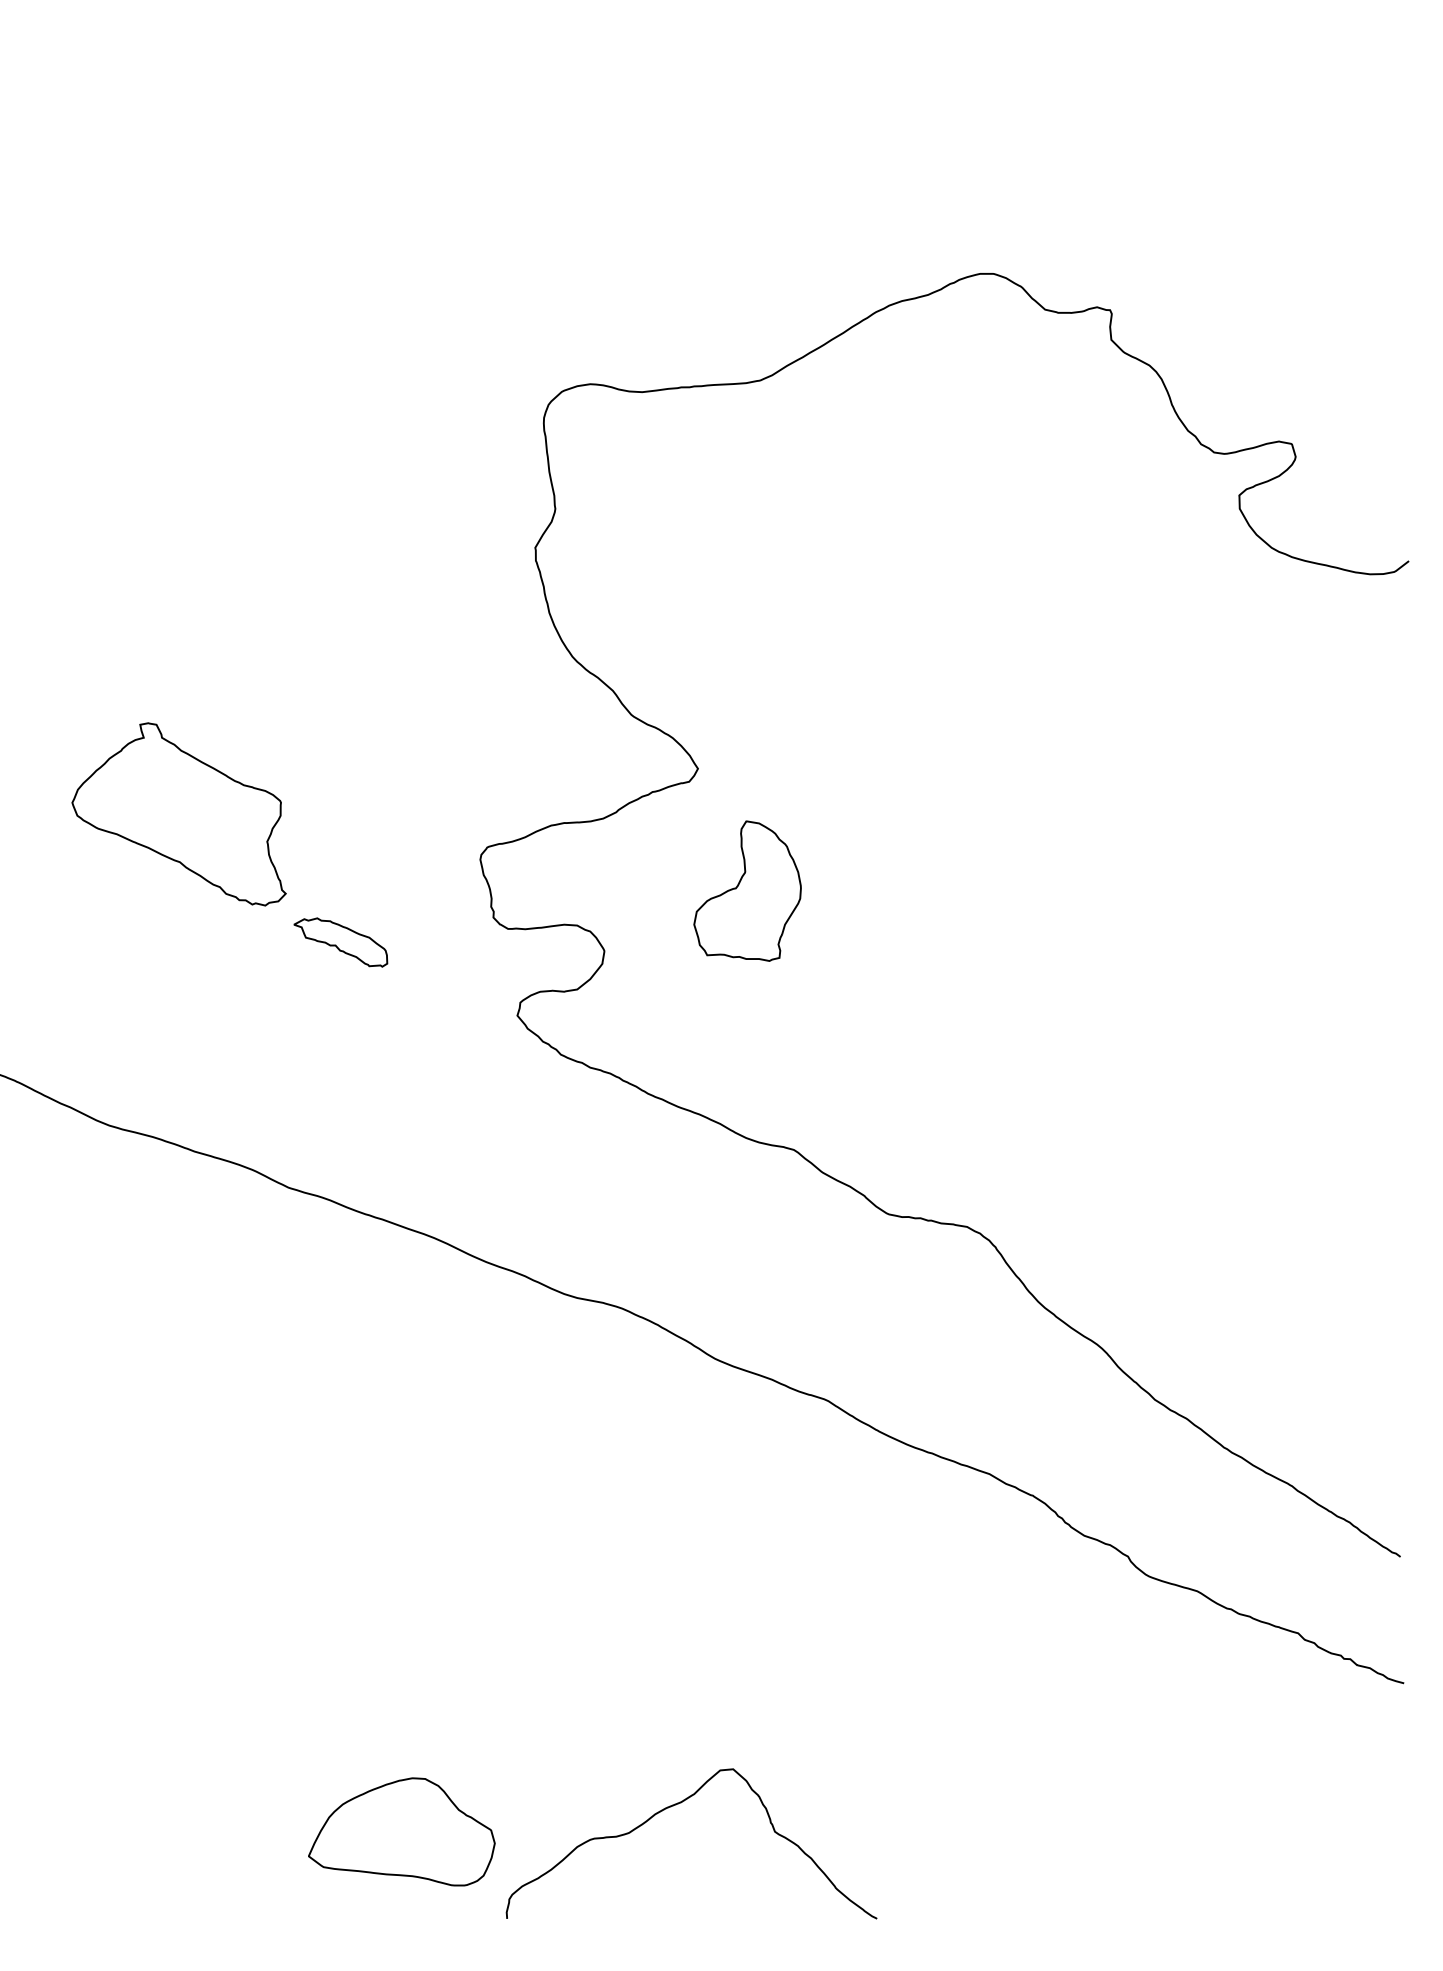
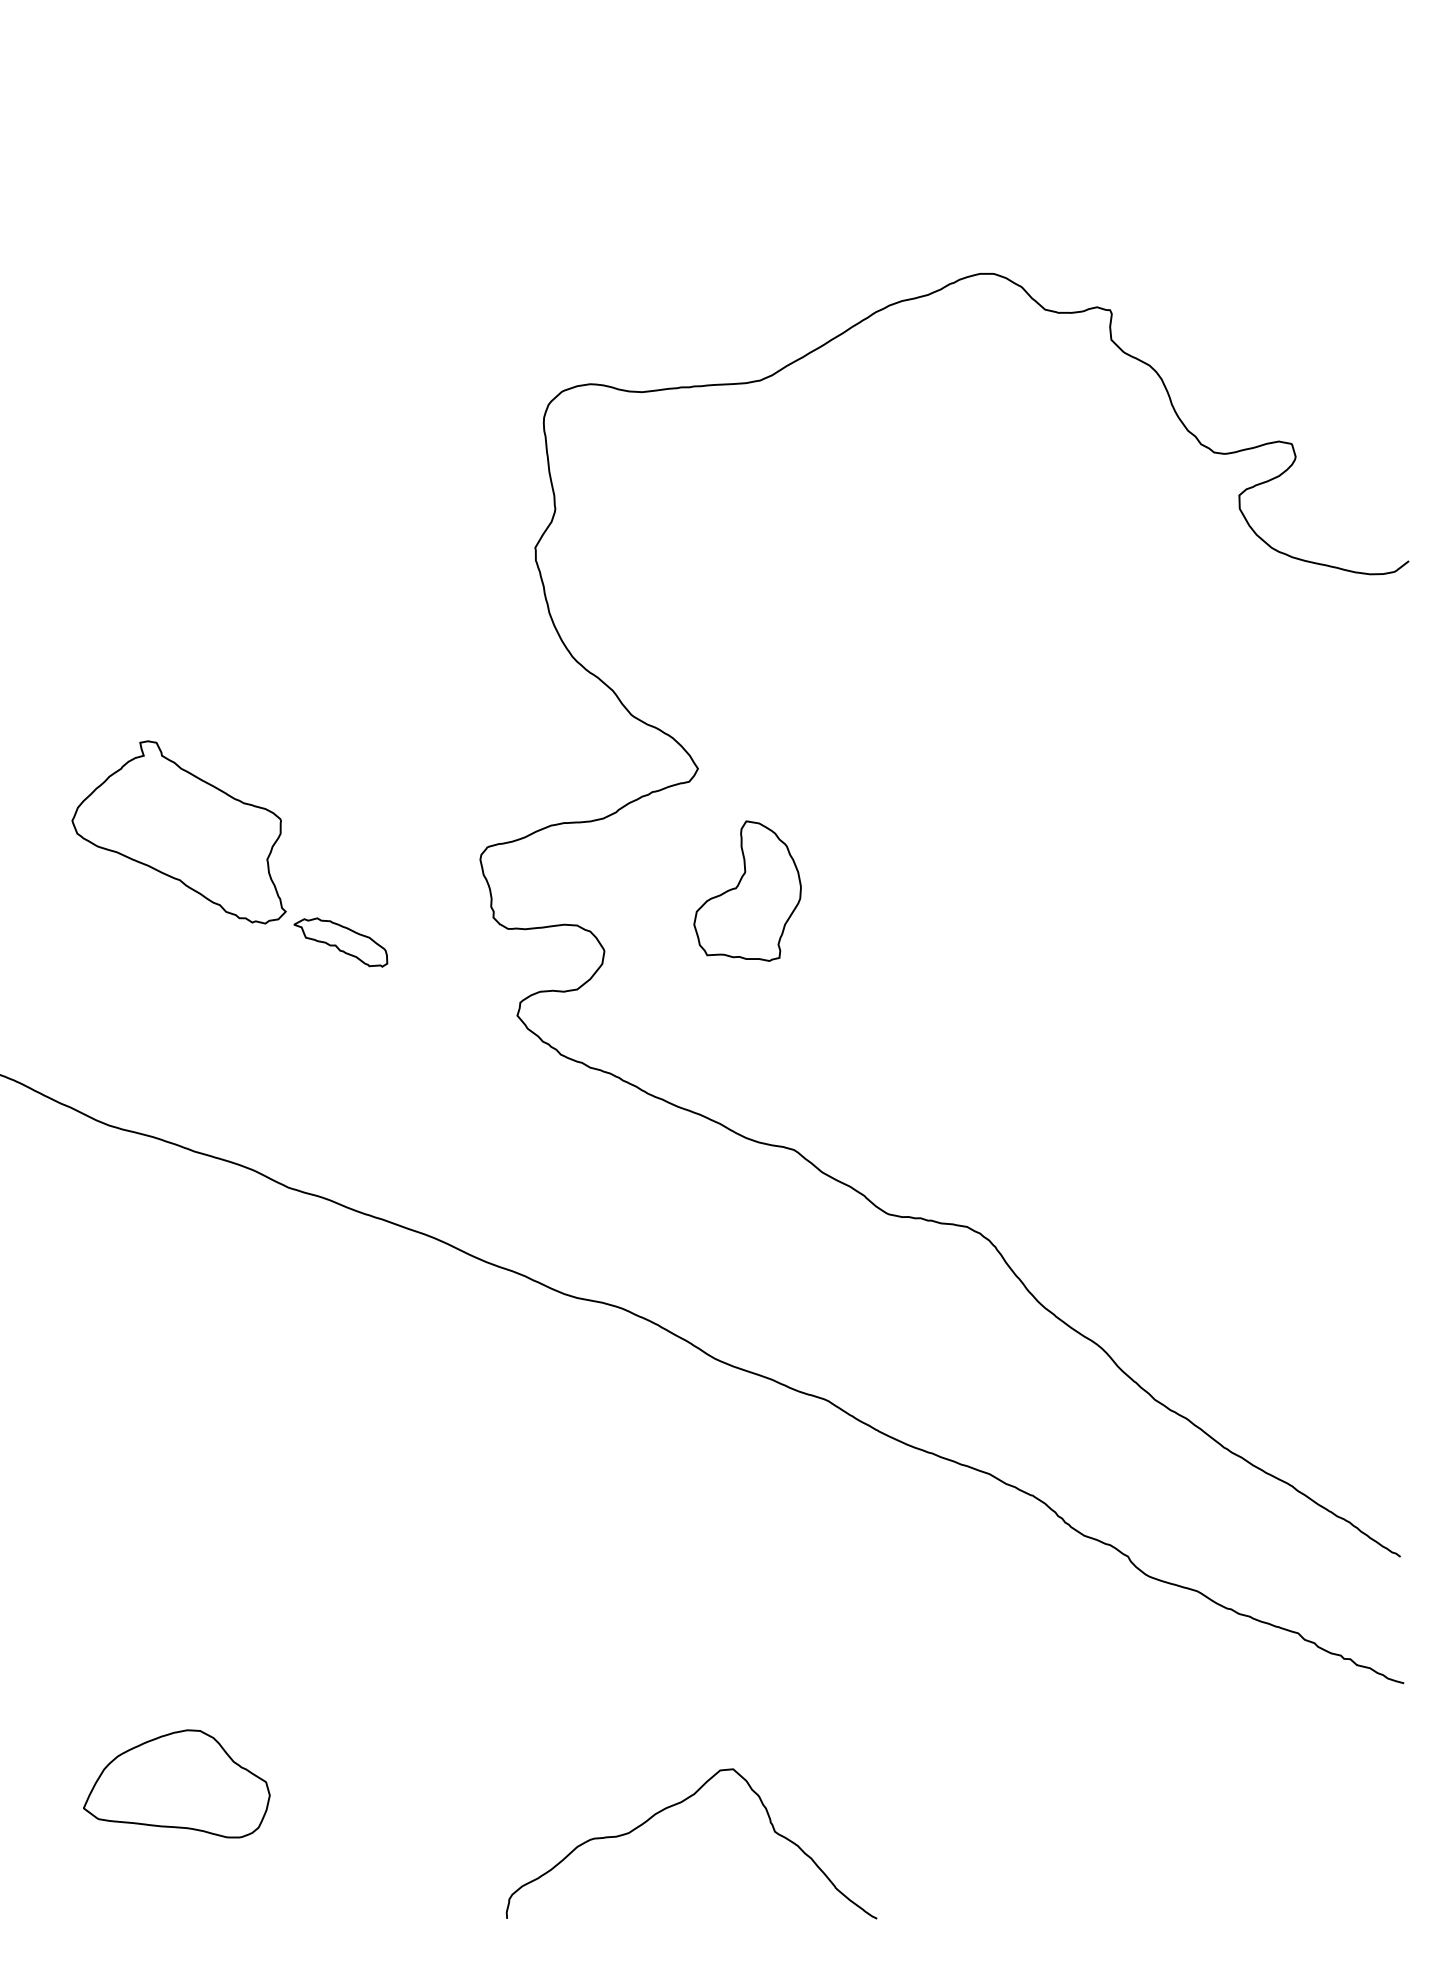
part at (178, 814) position: (178, 814) -> (178, 832)
part at (401, 1831) position: (401, 1831) -> (176, 1783)
